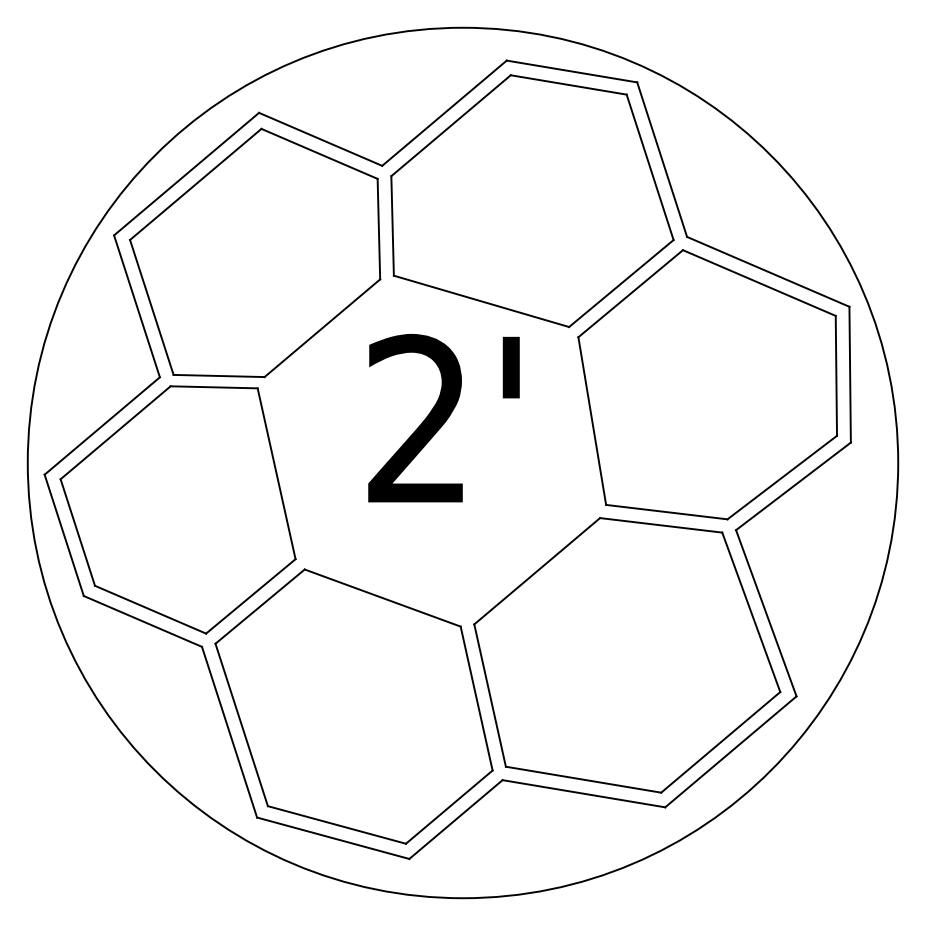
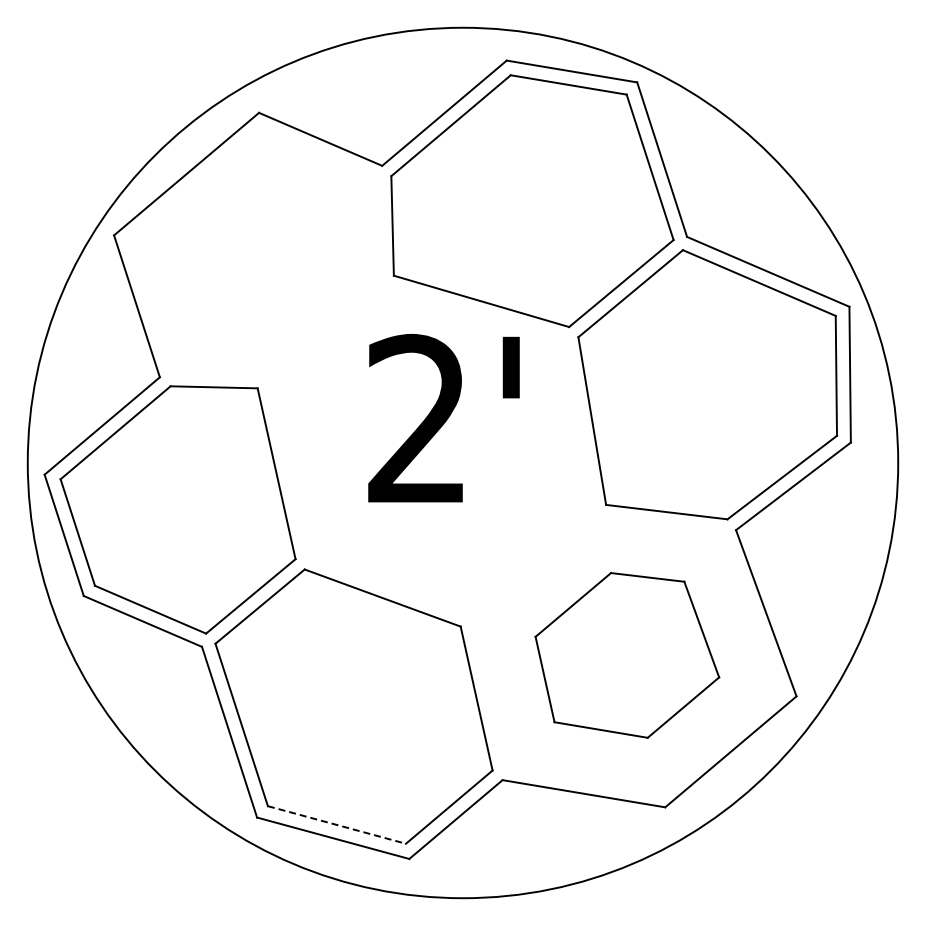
part at (255, 252): present -> none
part at (627, 655) size: 309x277 px -> 187x167 px
line at (336, 824): solid -> dashed
